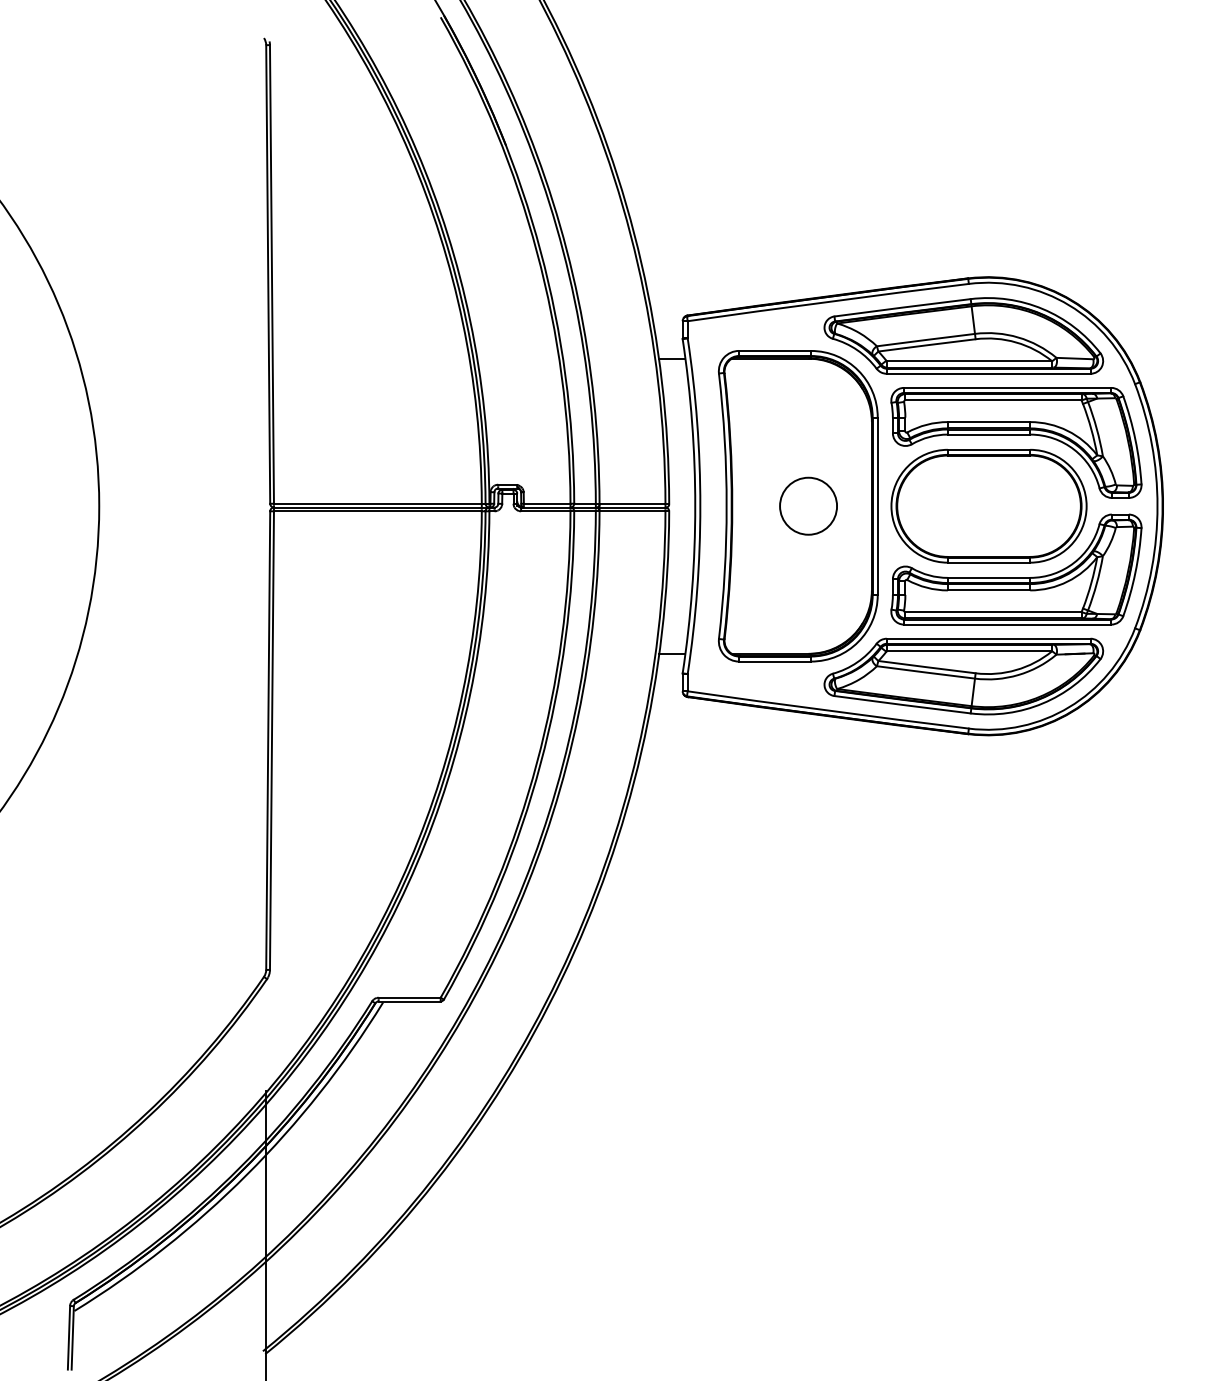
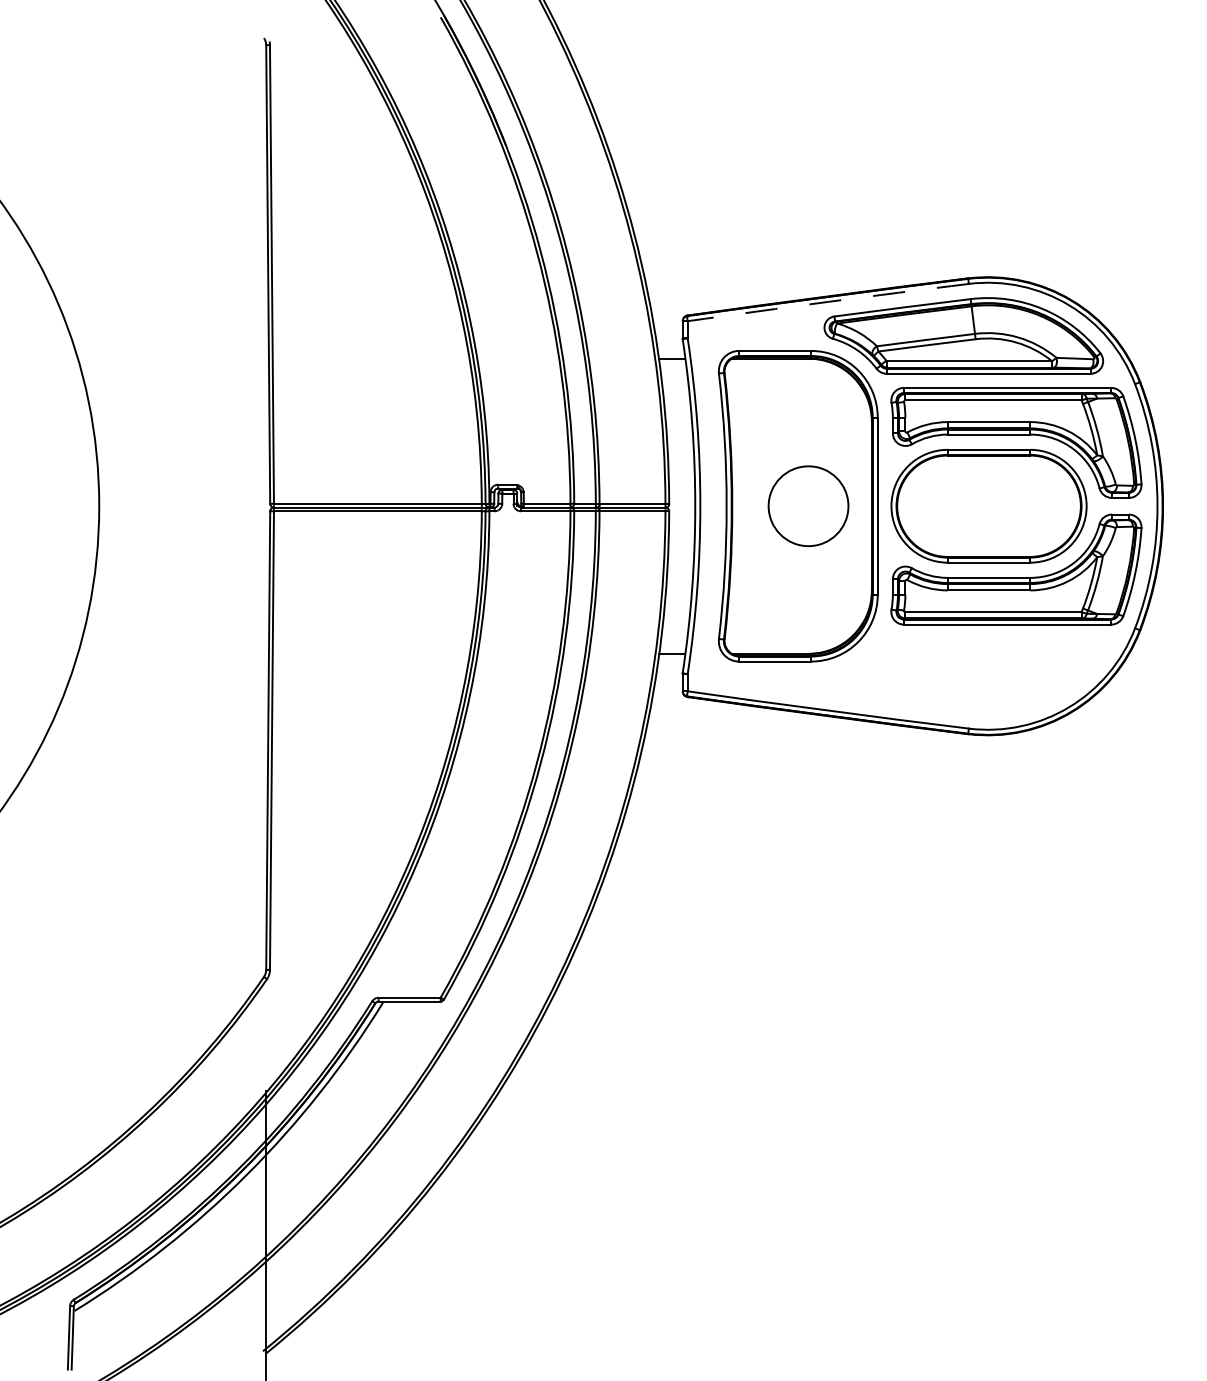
arc at (828, 301): solid -> dashed
circle at (808, 505) diameter: 57 px -> 80 px
part at (963, 676): present -> none
